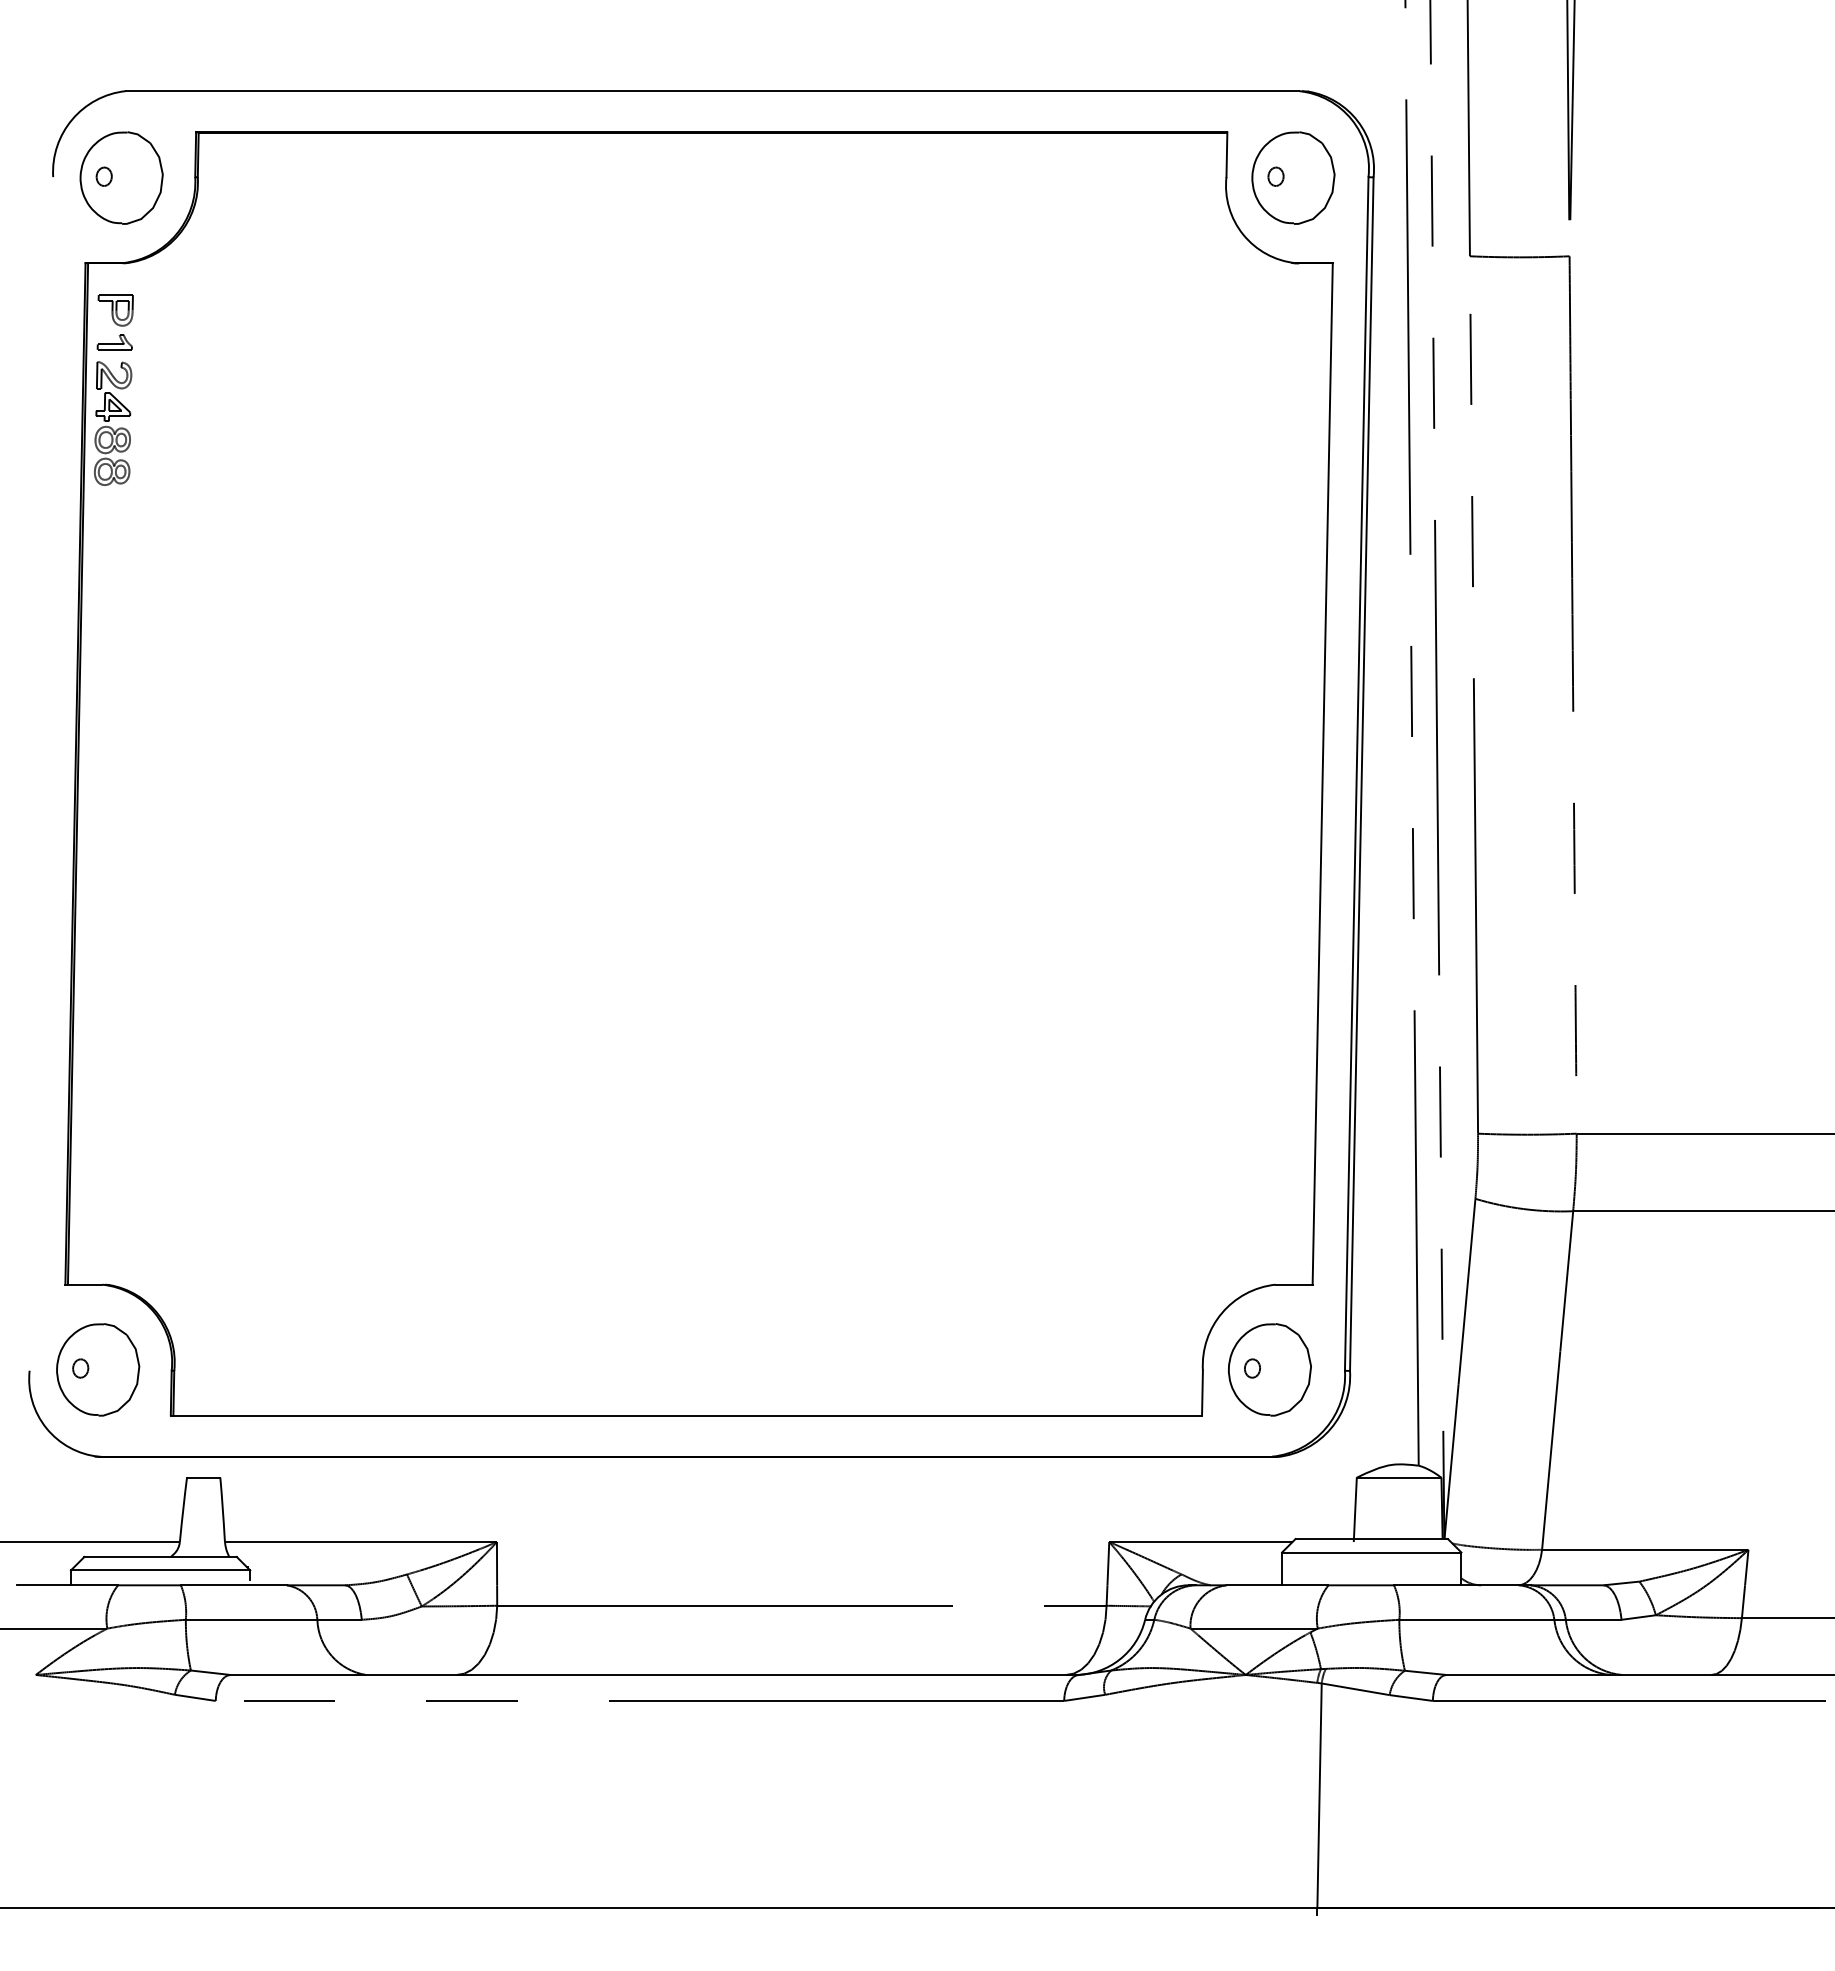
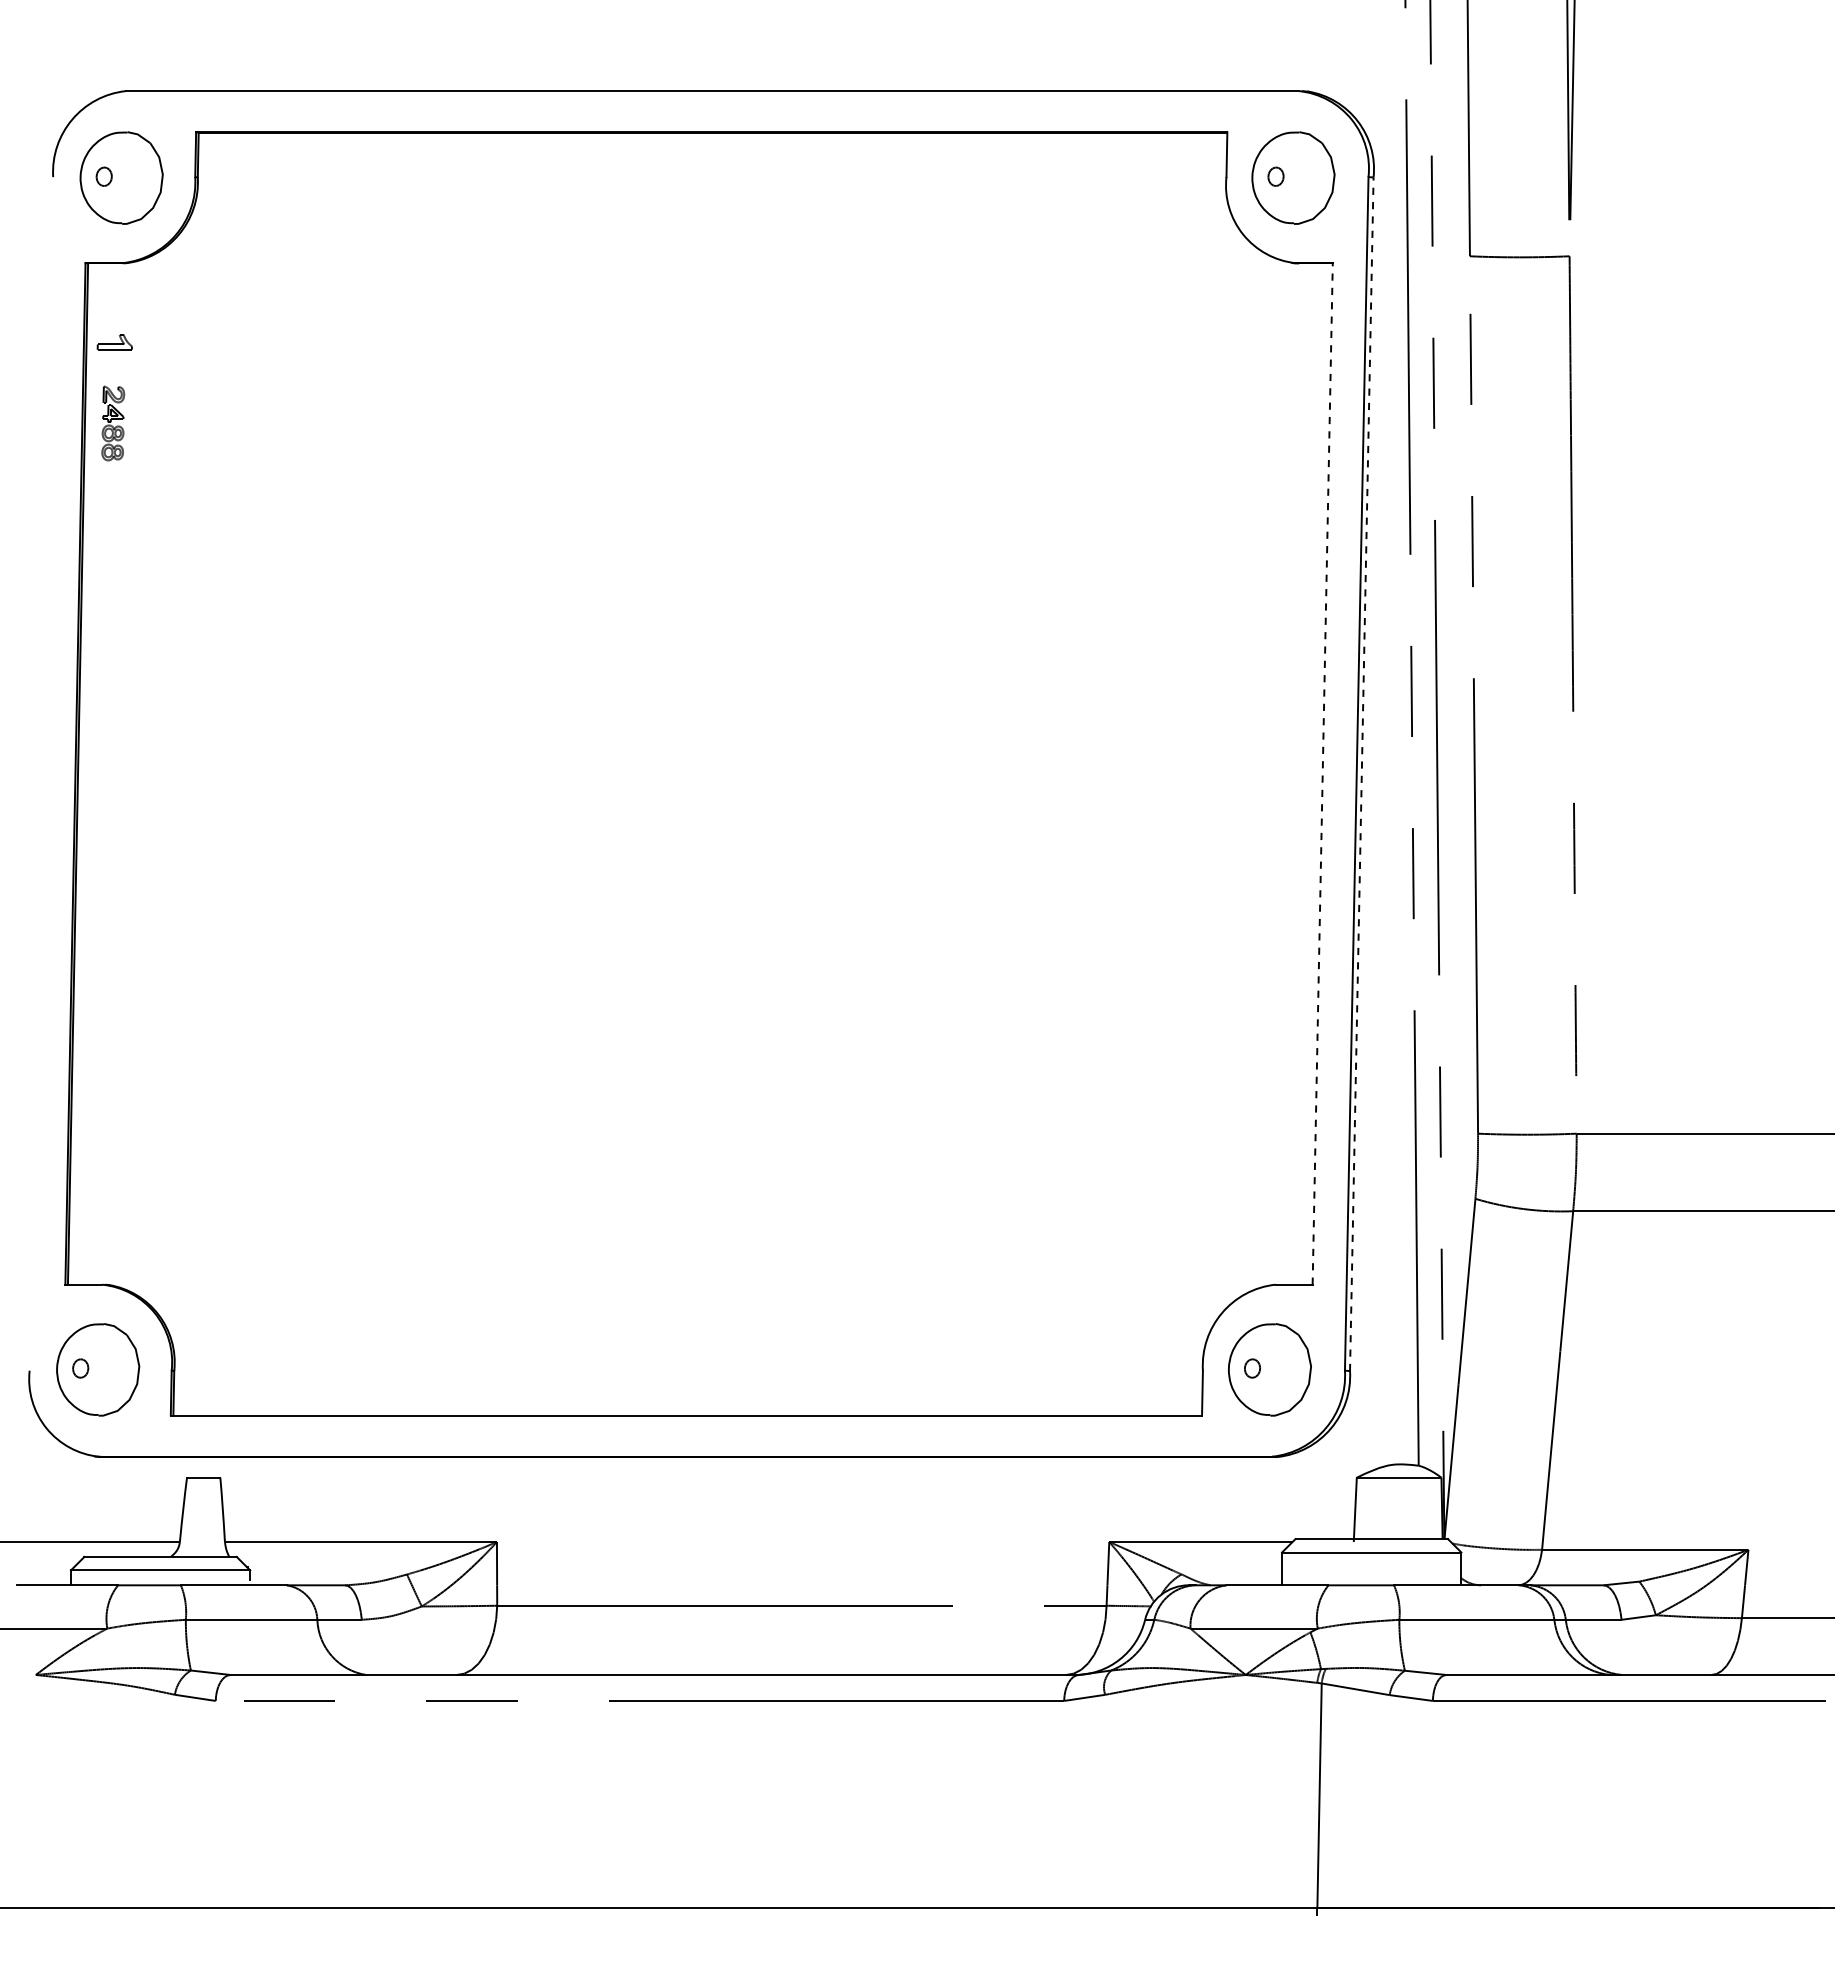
part at (115, 310): present -> none
part at (113, 423) size: 39x125 px -> 25x77 px
line at (1322, 773): solid -> dashed
line at (1361, 774): solid -> dashed
